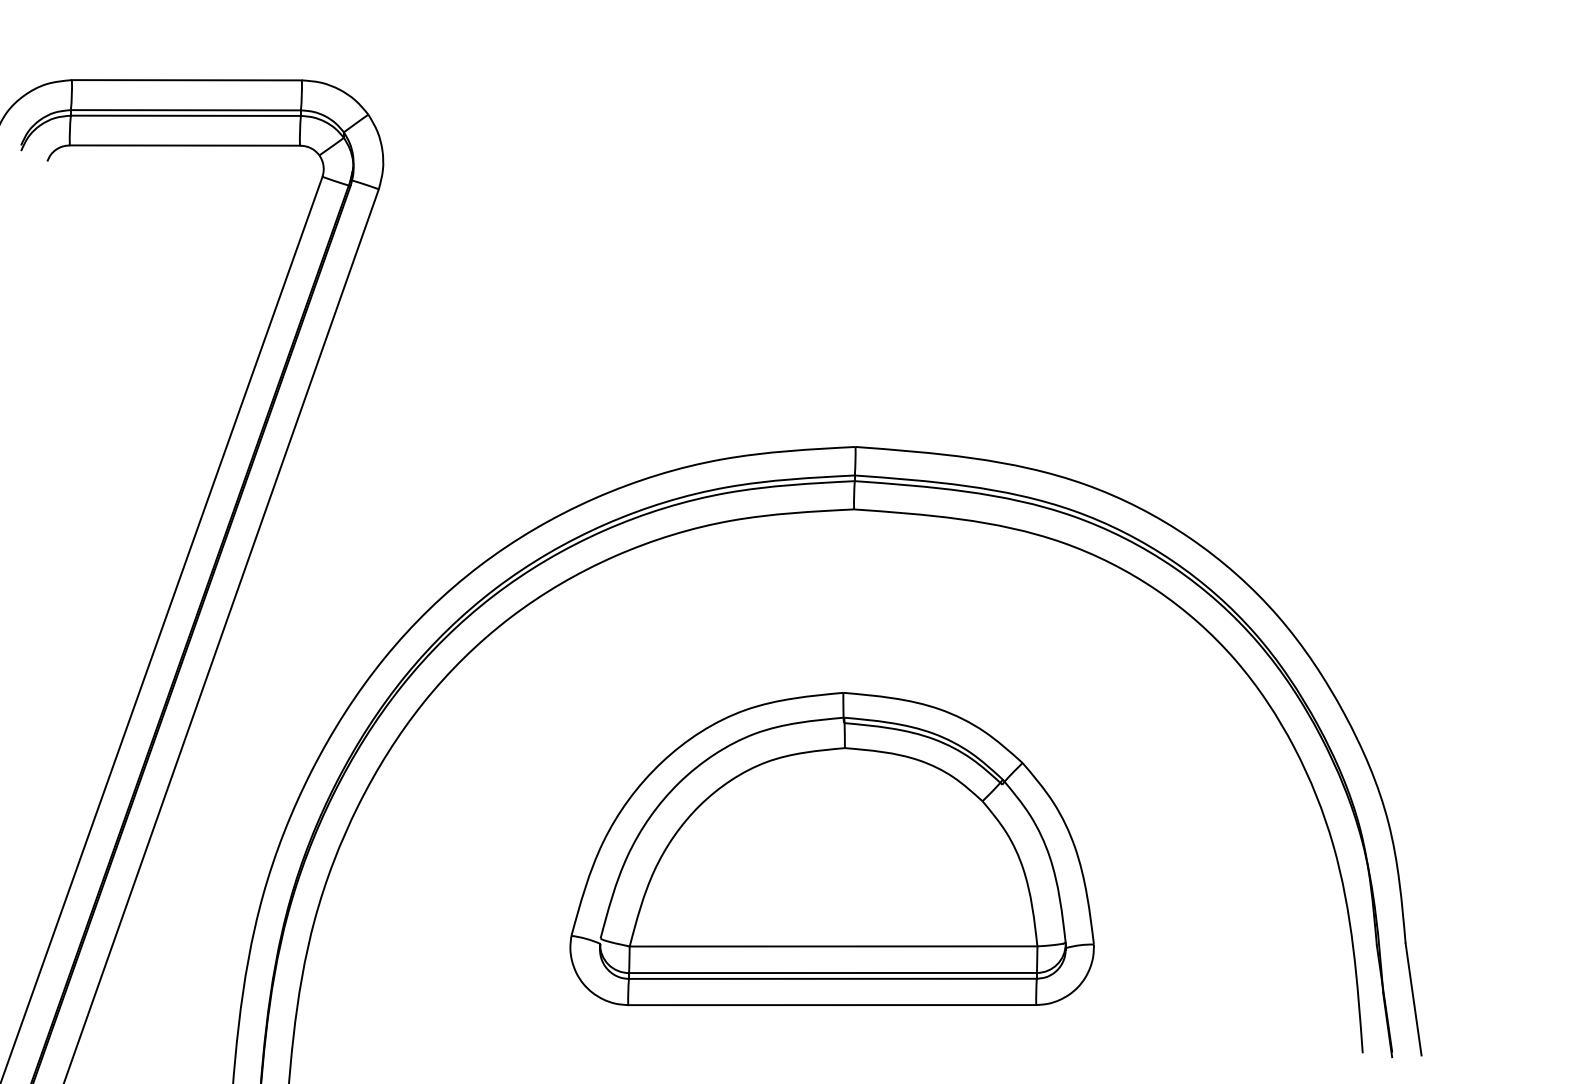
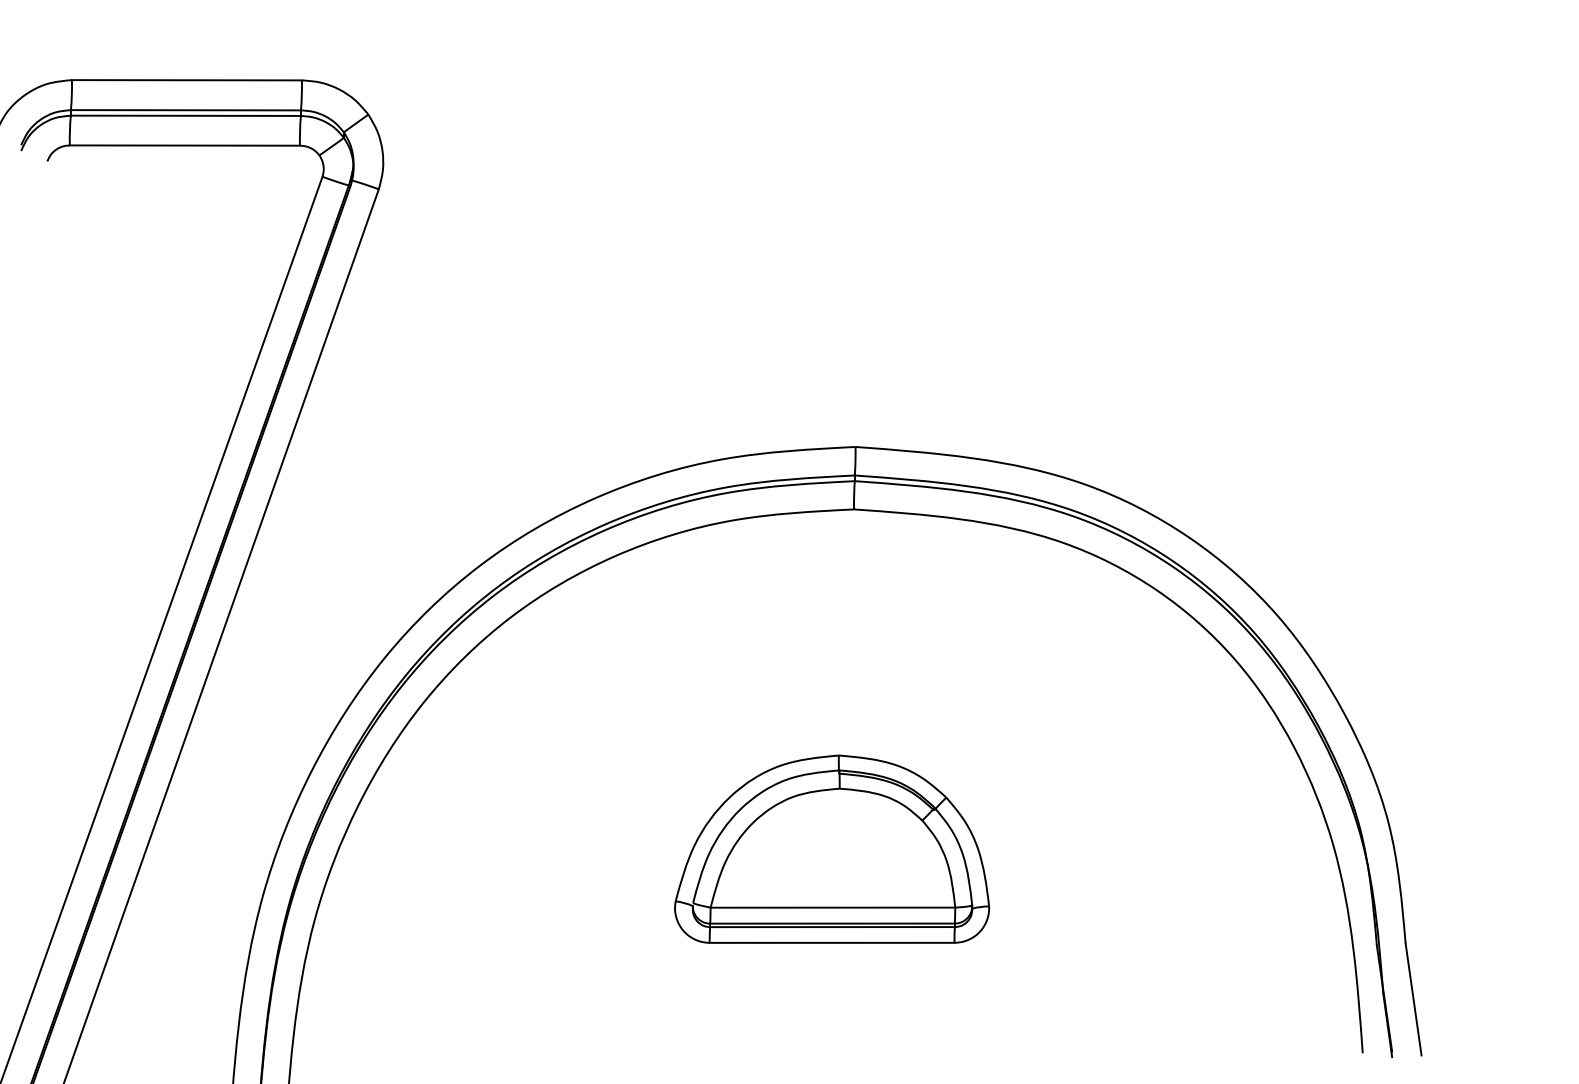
part at (831, 849) size: 526x315 px -> 317x190 px
